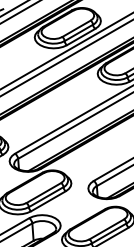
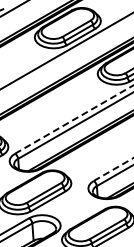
line at (19, 12): present -> none
line at (66, 58): present -> none
line at (74, 119): solid -> dashed
line at (113, 169): solid -> dashed
